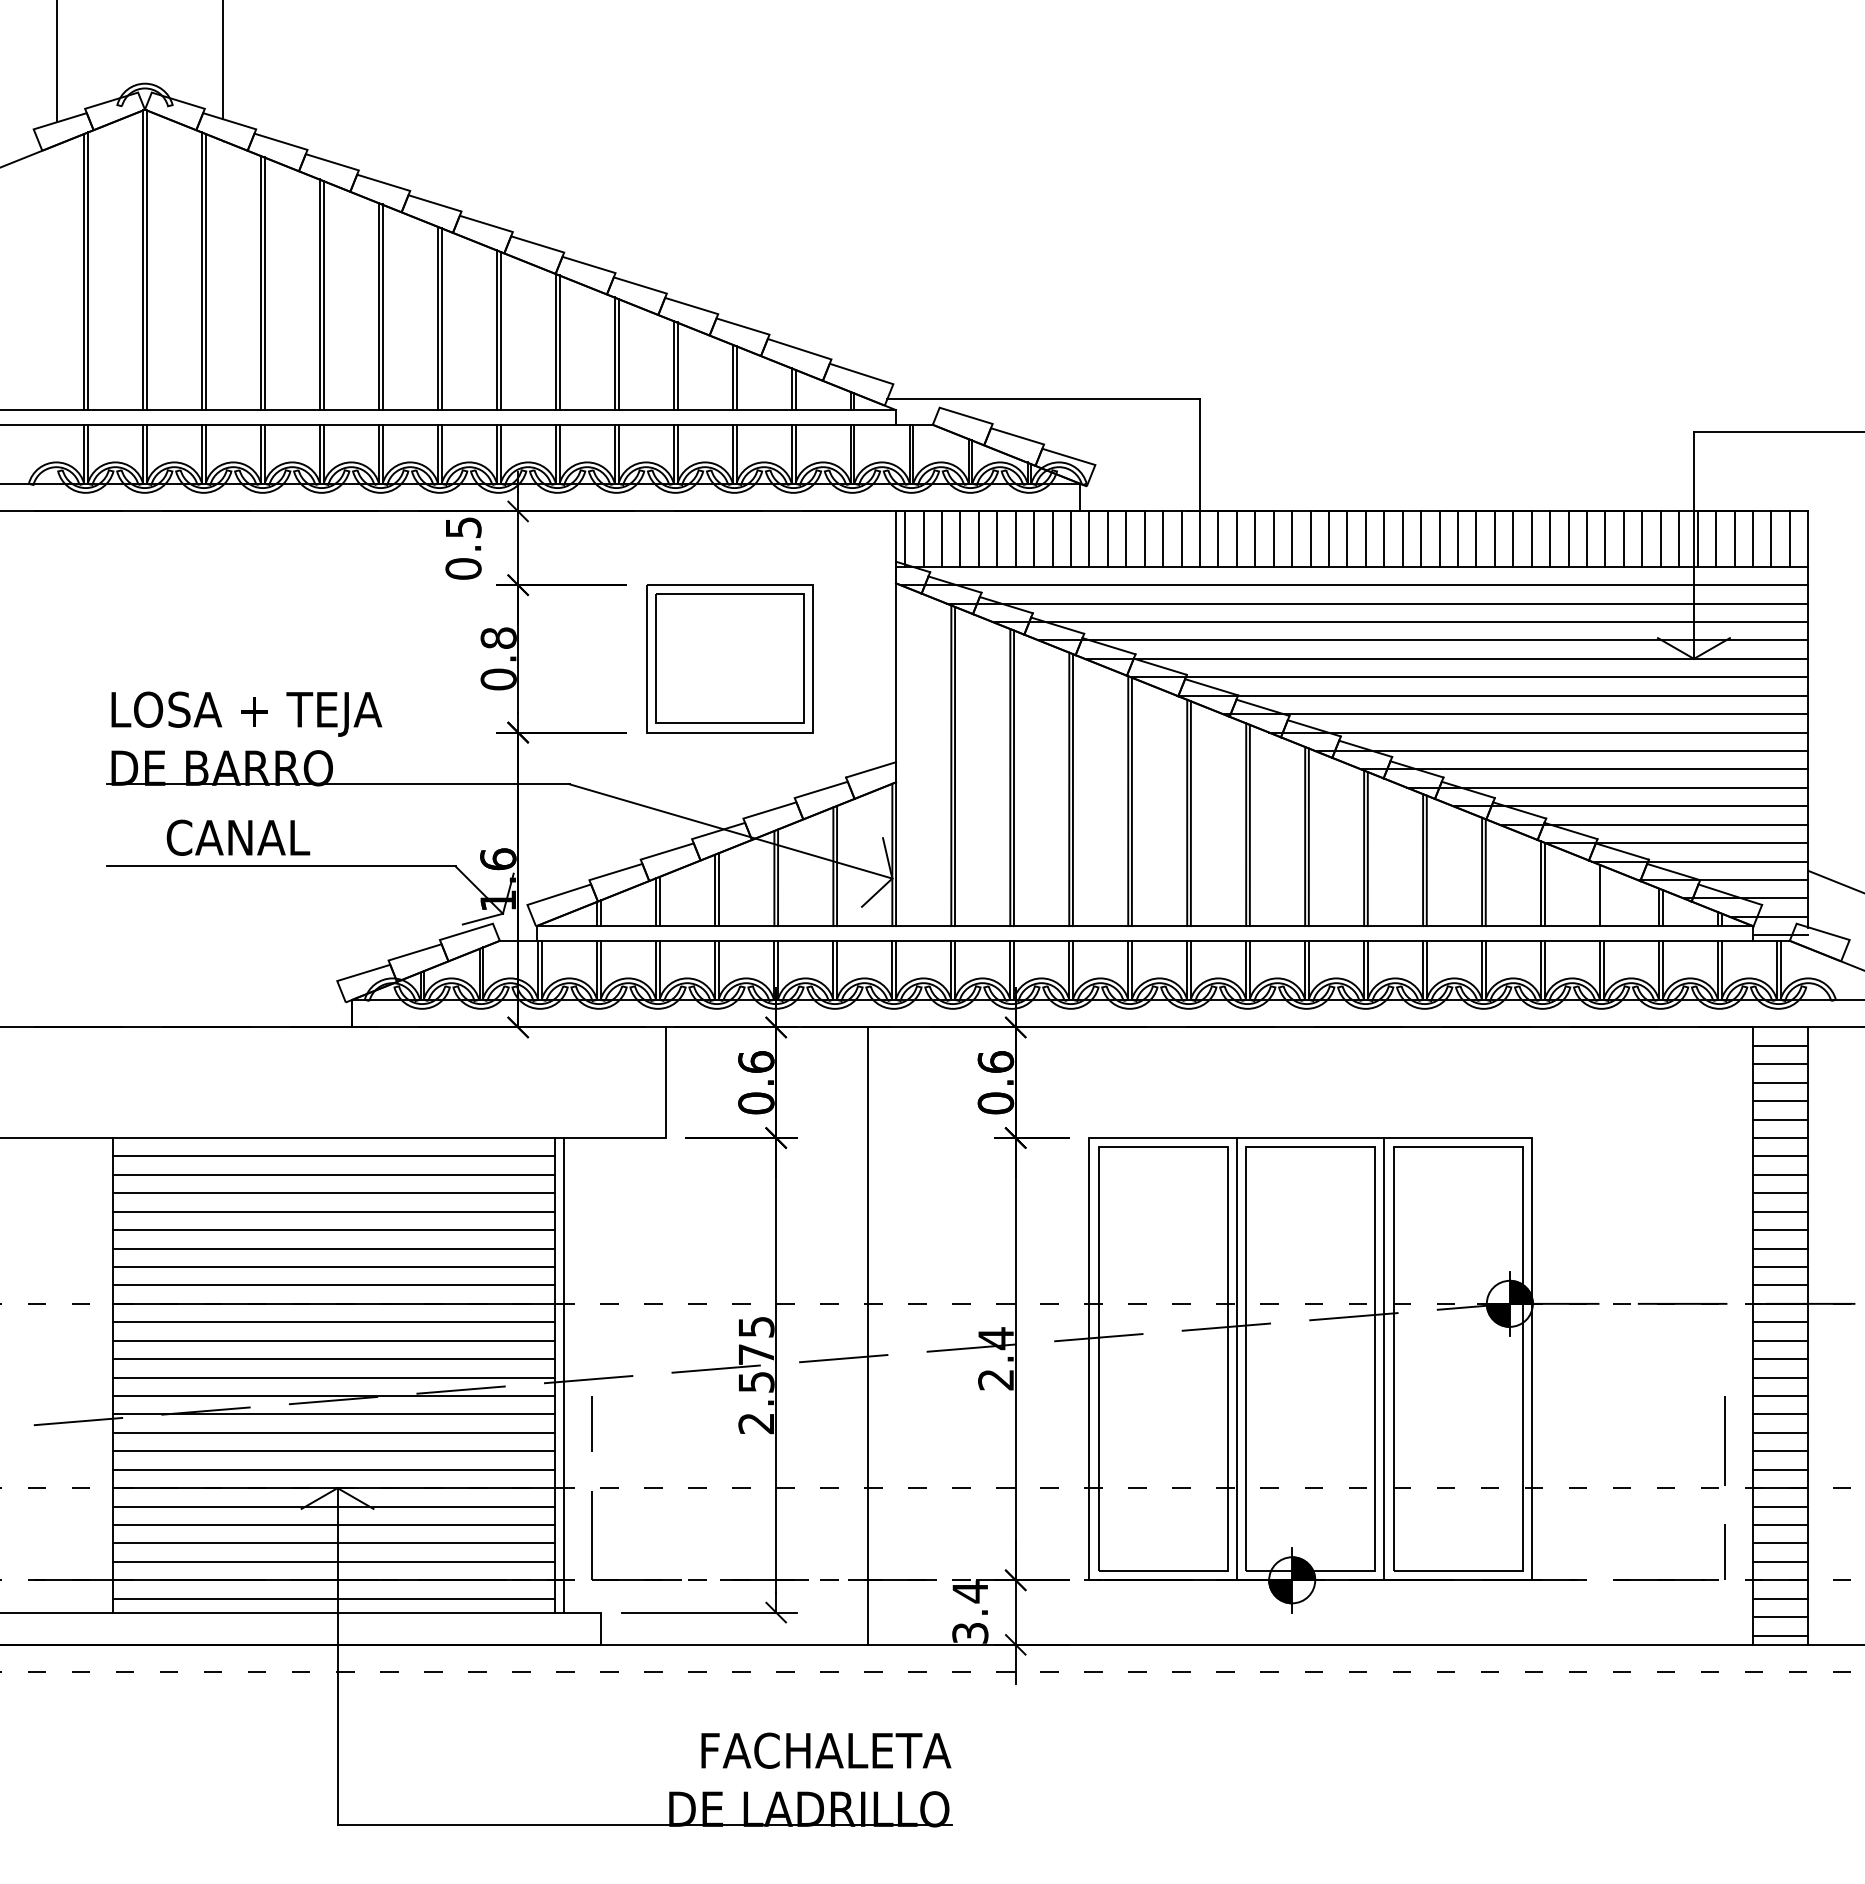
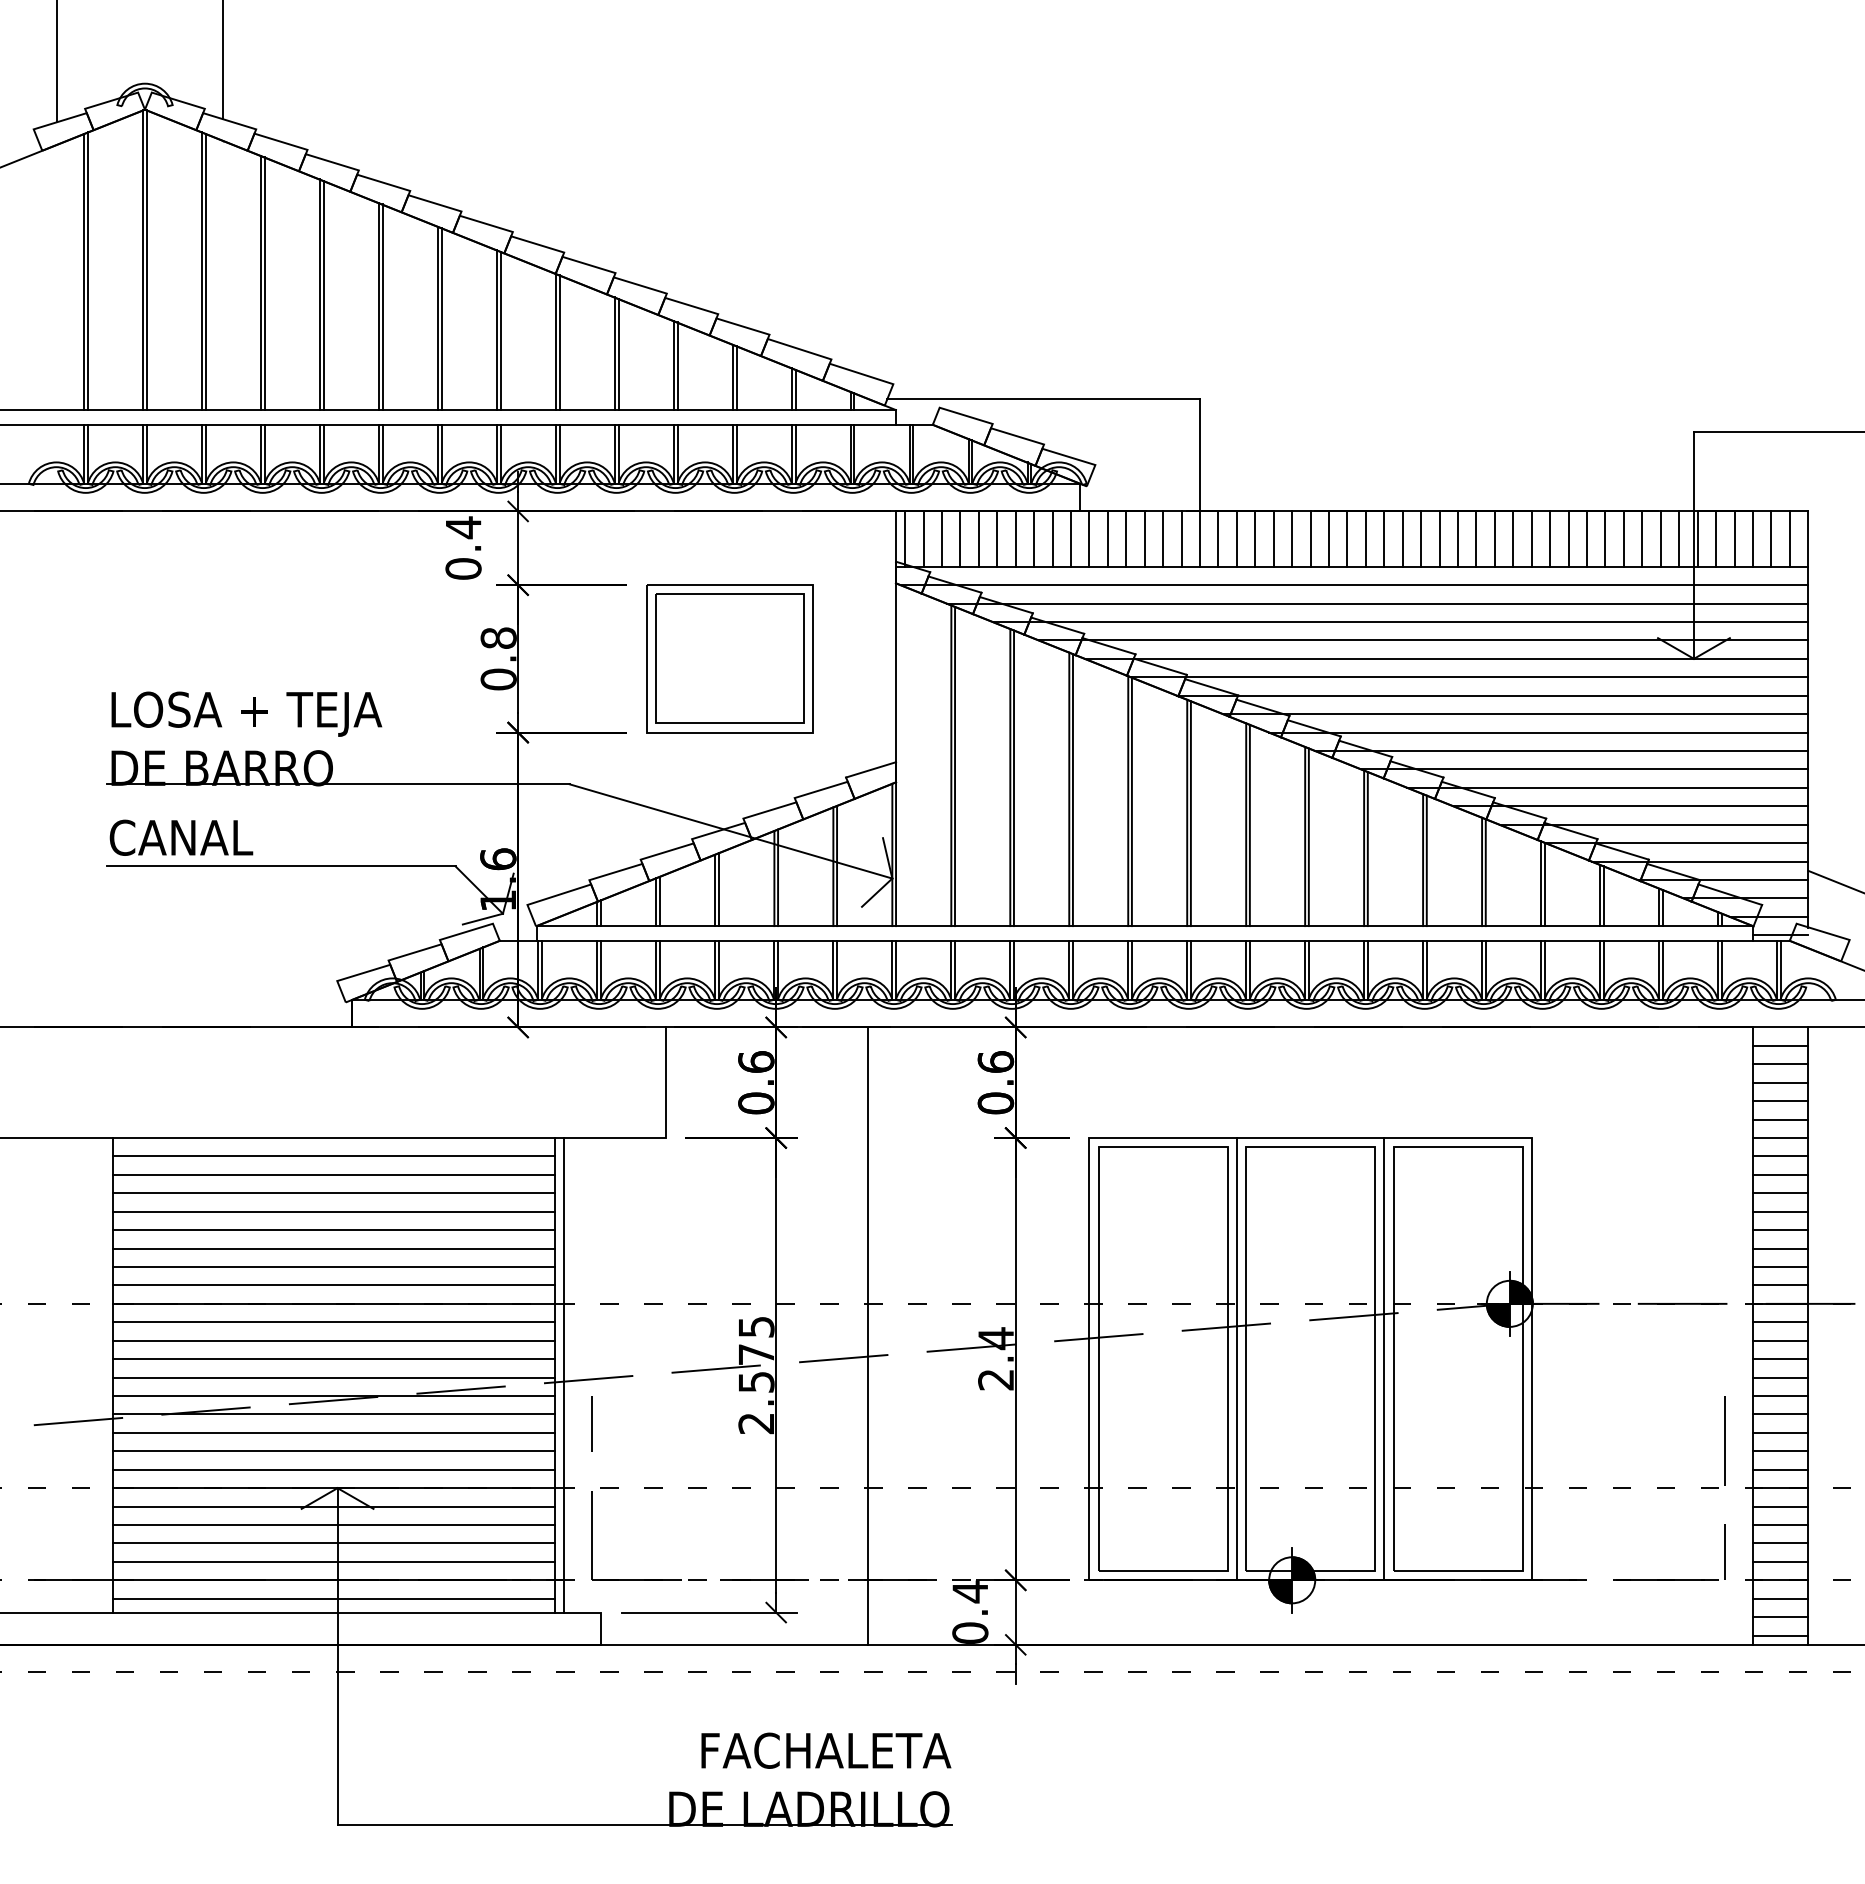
text at (463, 527): 0.5 -> 0.4
text at (238, 837) position: (238, 837) -> (181, 837)
line at (1603, 896): none -> present
text at (970, 1632): 3.4 -> 0.4
